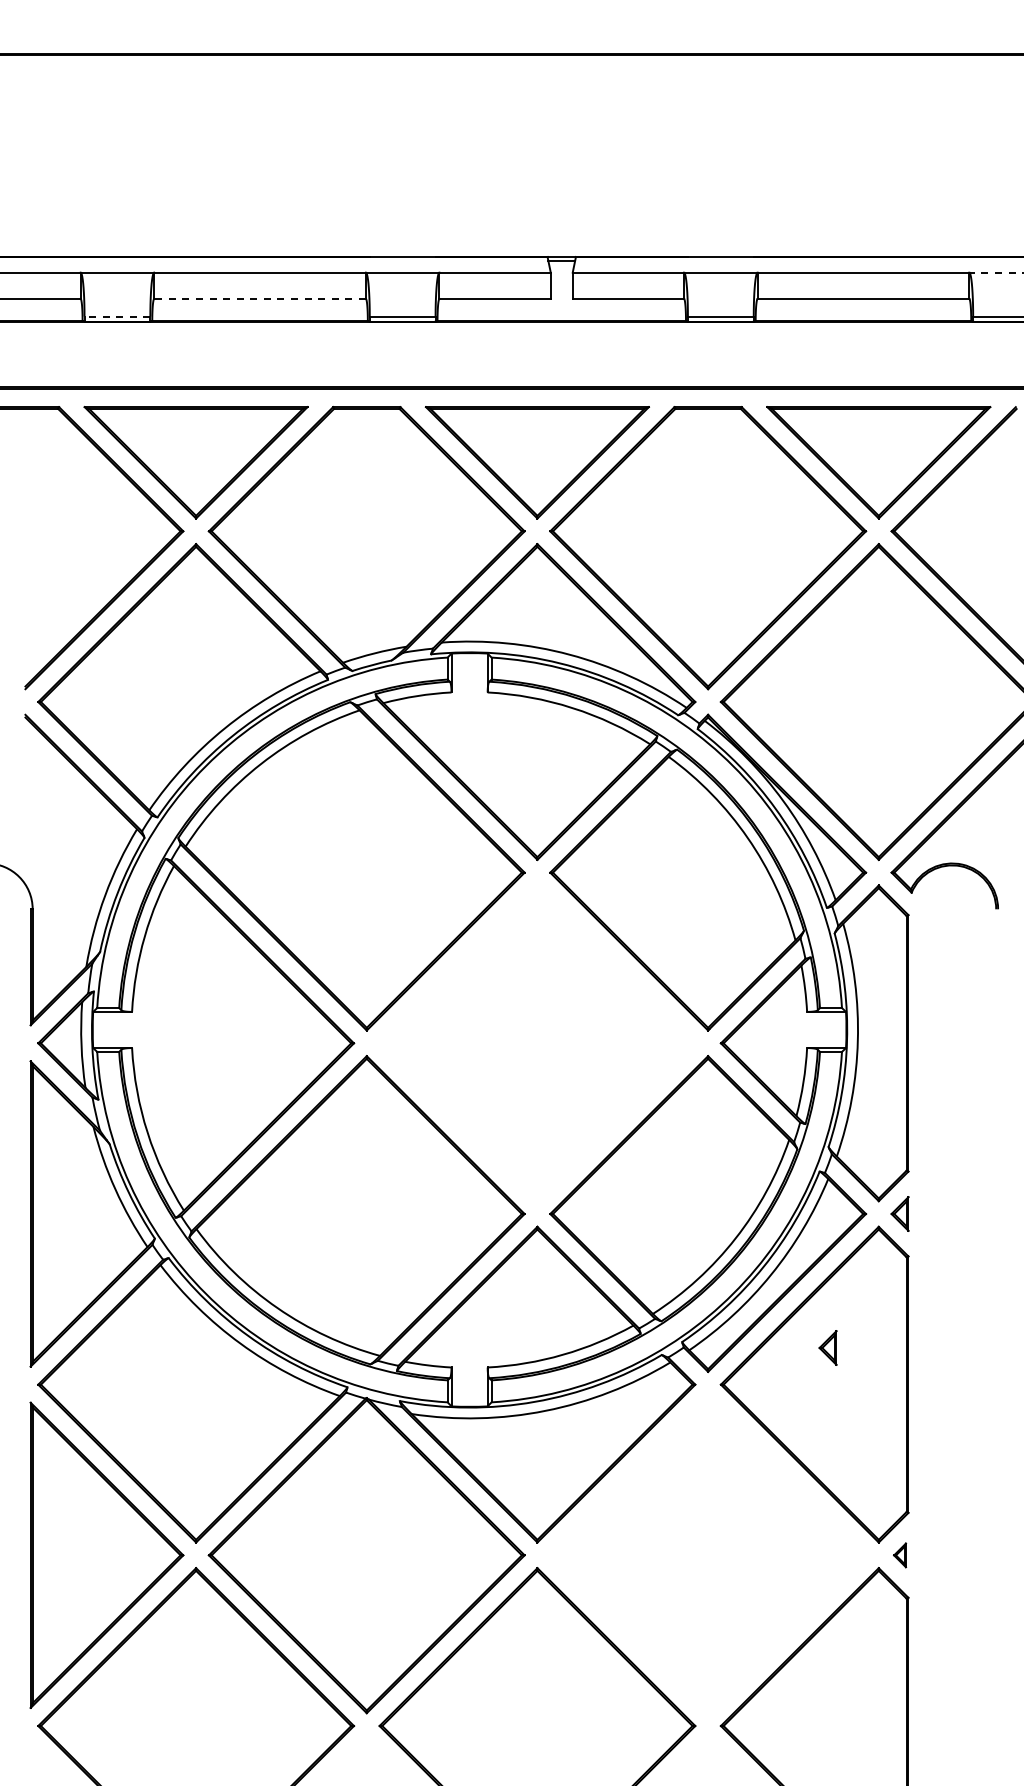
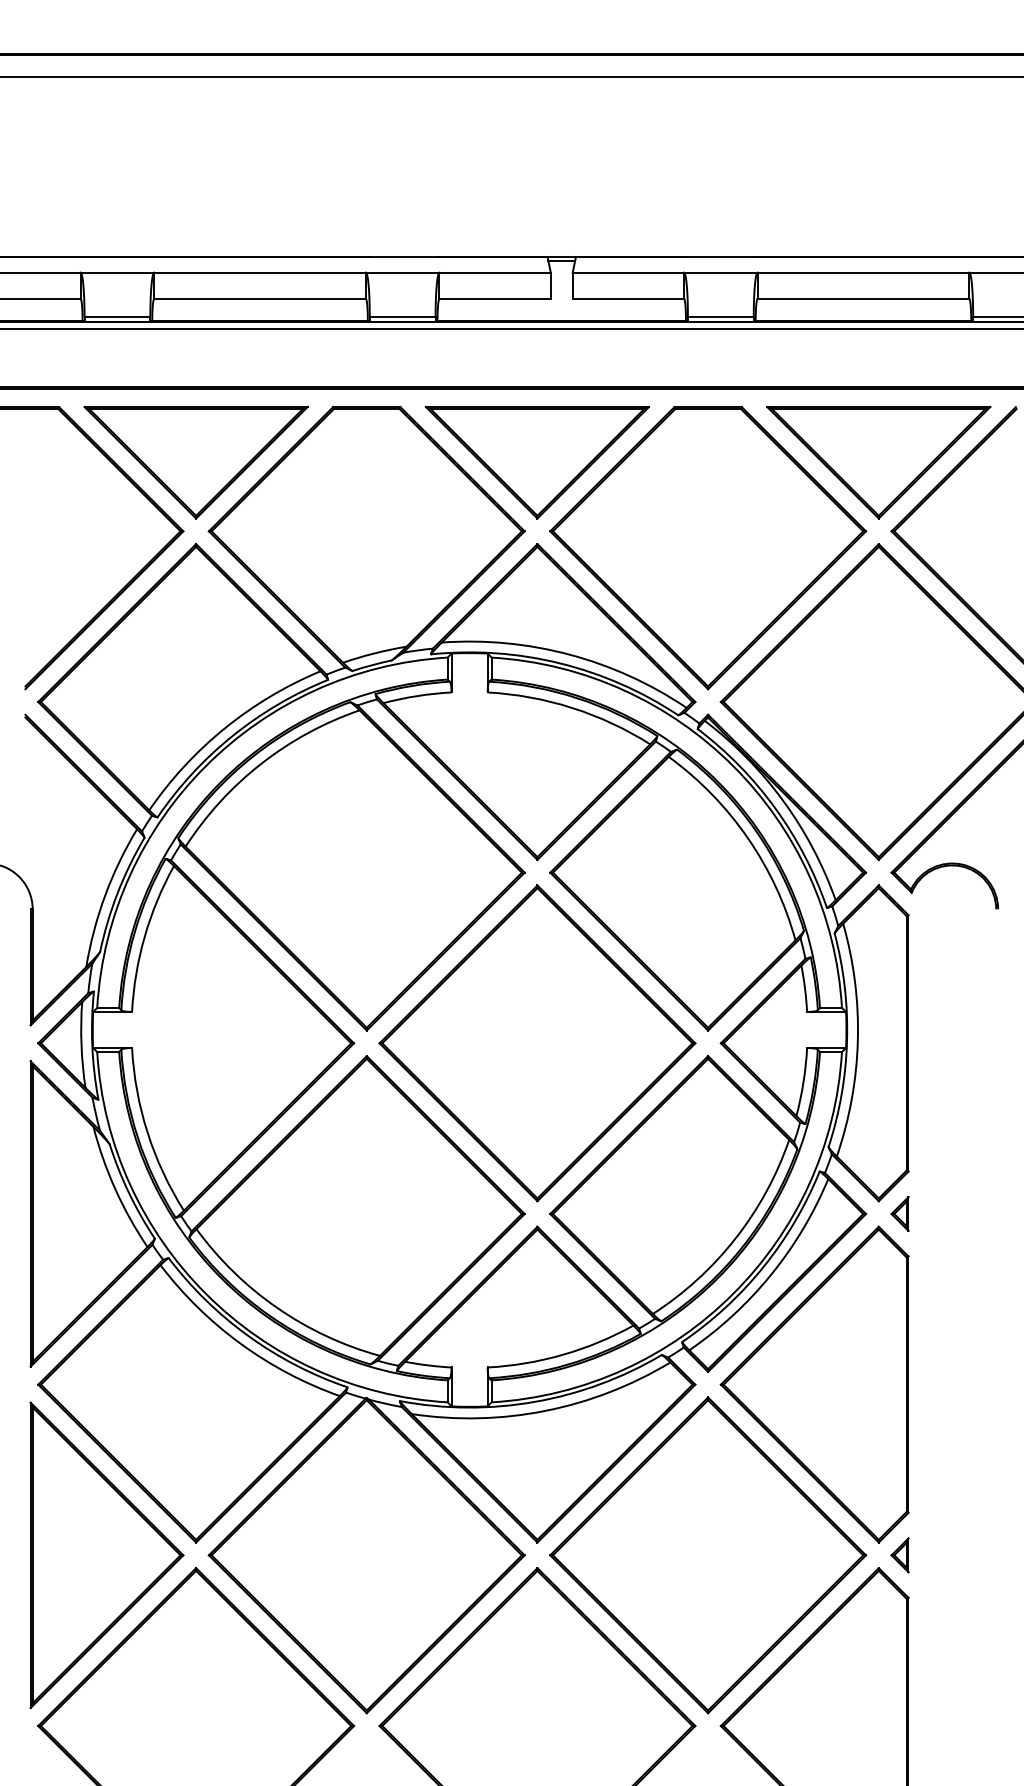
line at (511, 77): none -> present
line at (996, 272): dashed -> solid
line at (260, 299): dashed -> solid
line at (117, 316): dashed -> solid
line at (511, 329): none -> present
part at (537, 1043): none -> present
part at (827, 1347): present -> none
part at (708, 1555): none -> present
part at (900, 1555) size: 15x27 px -> 20x37 px
